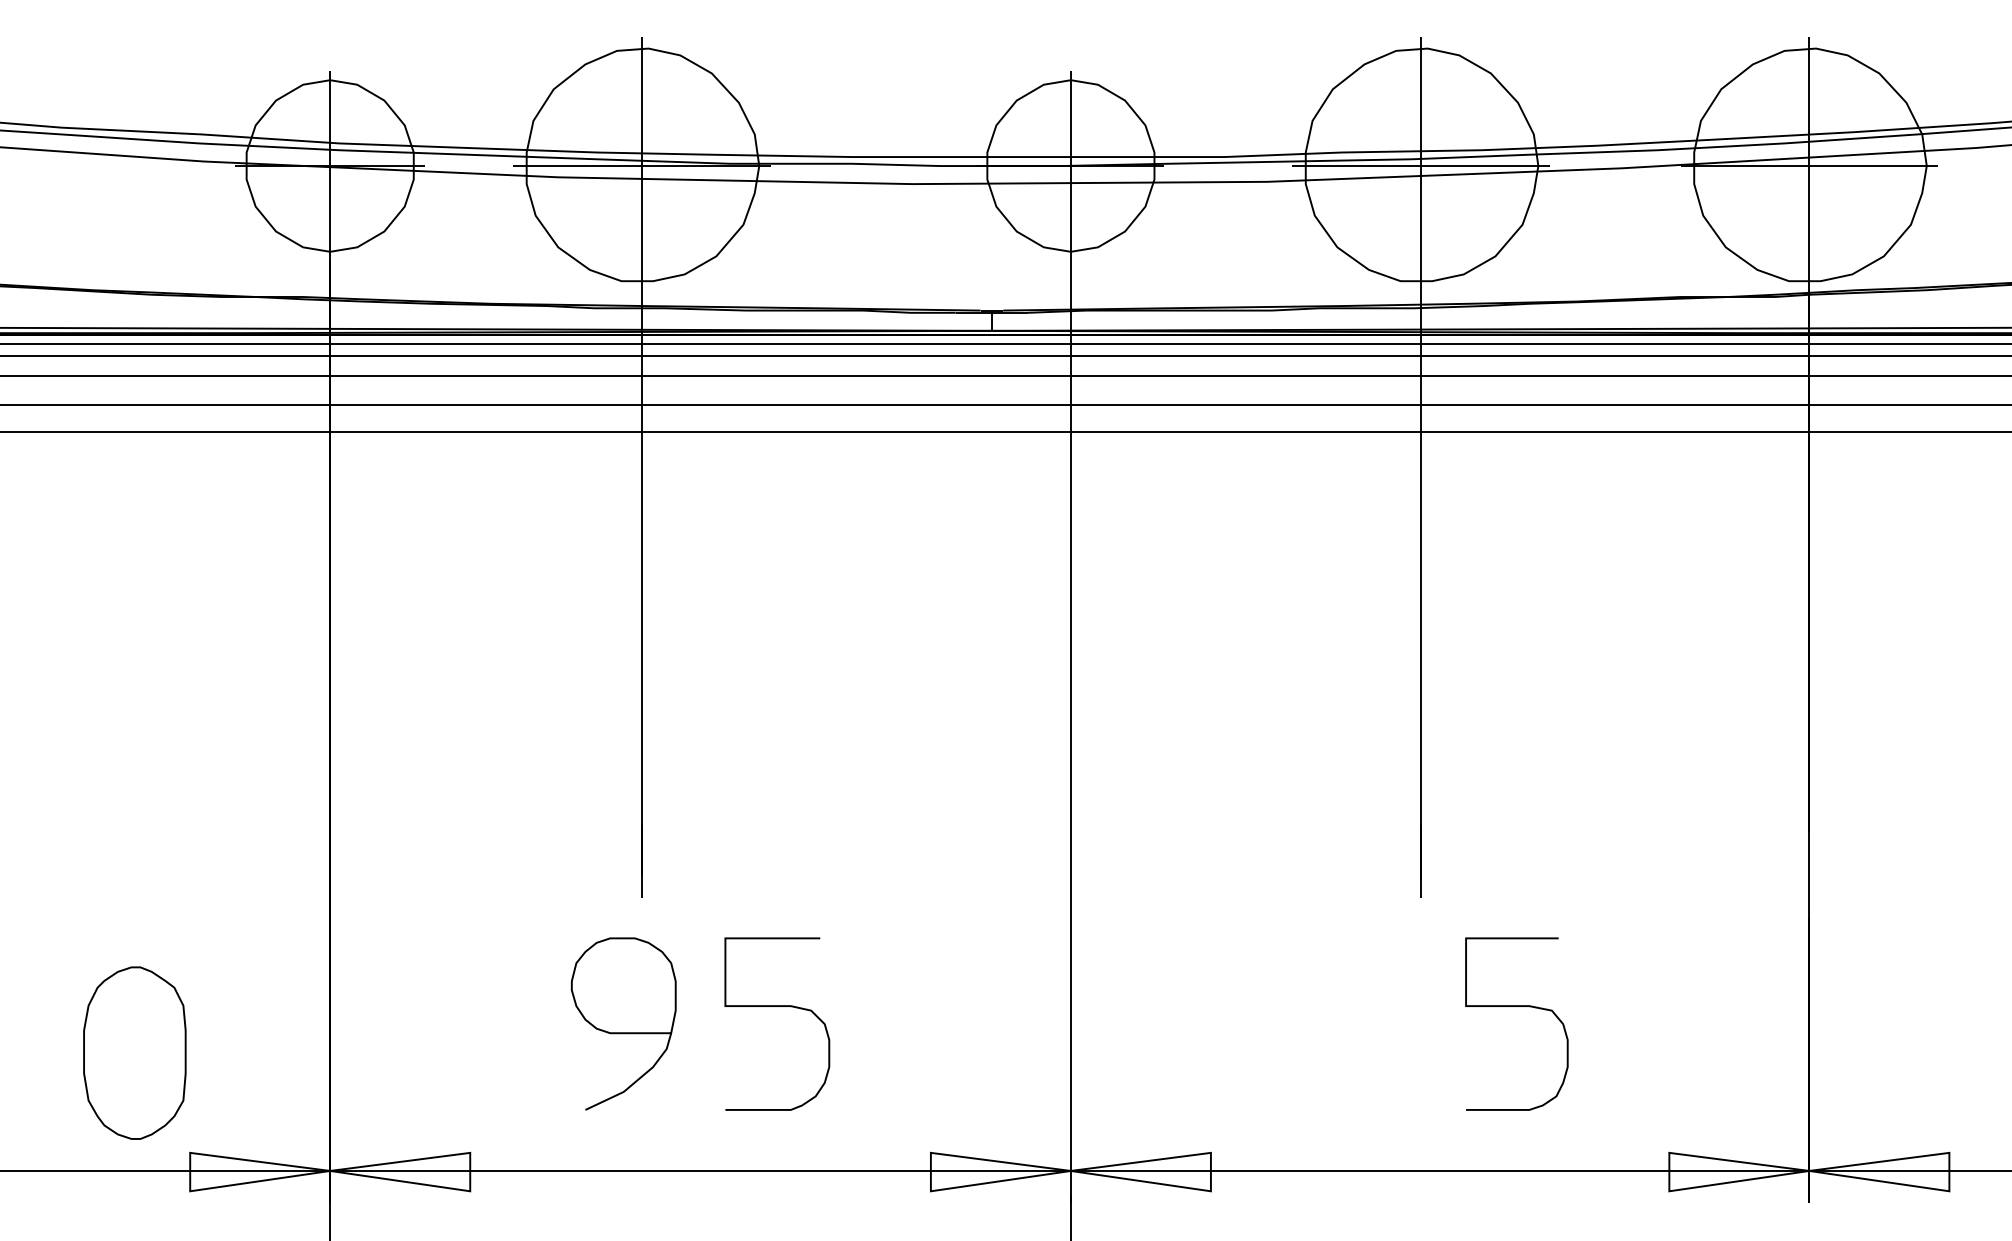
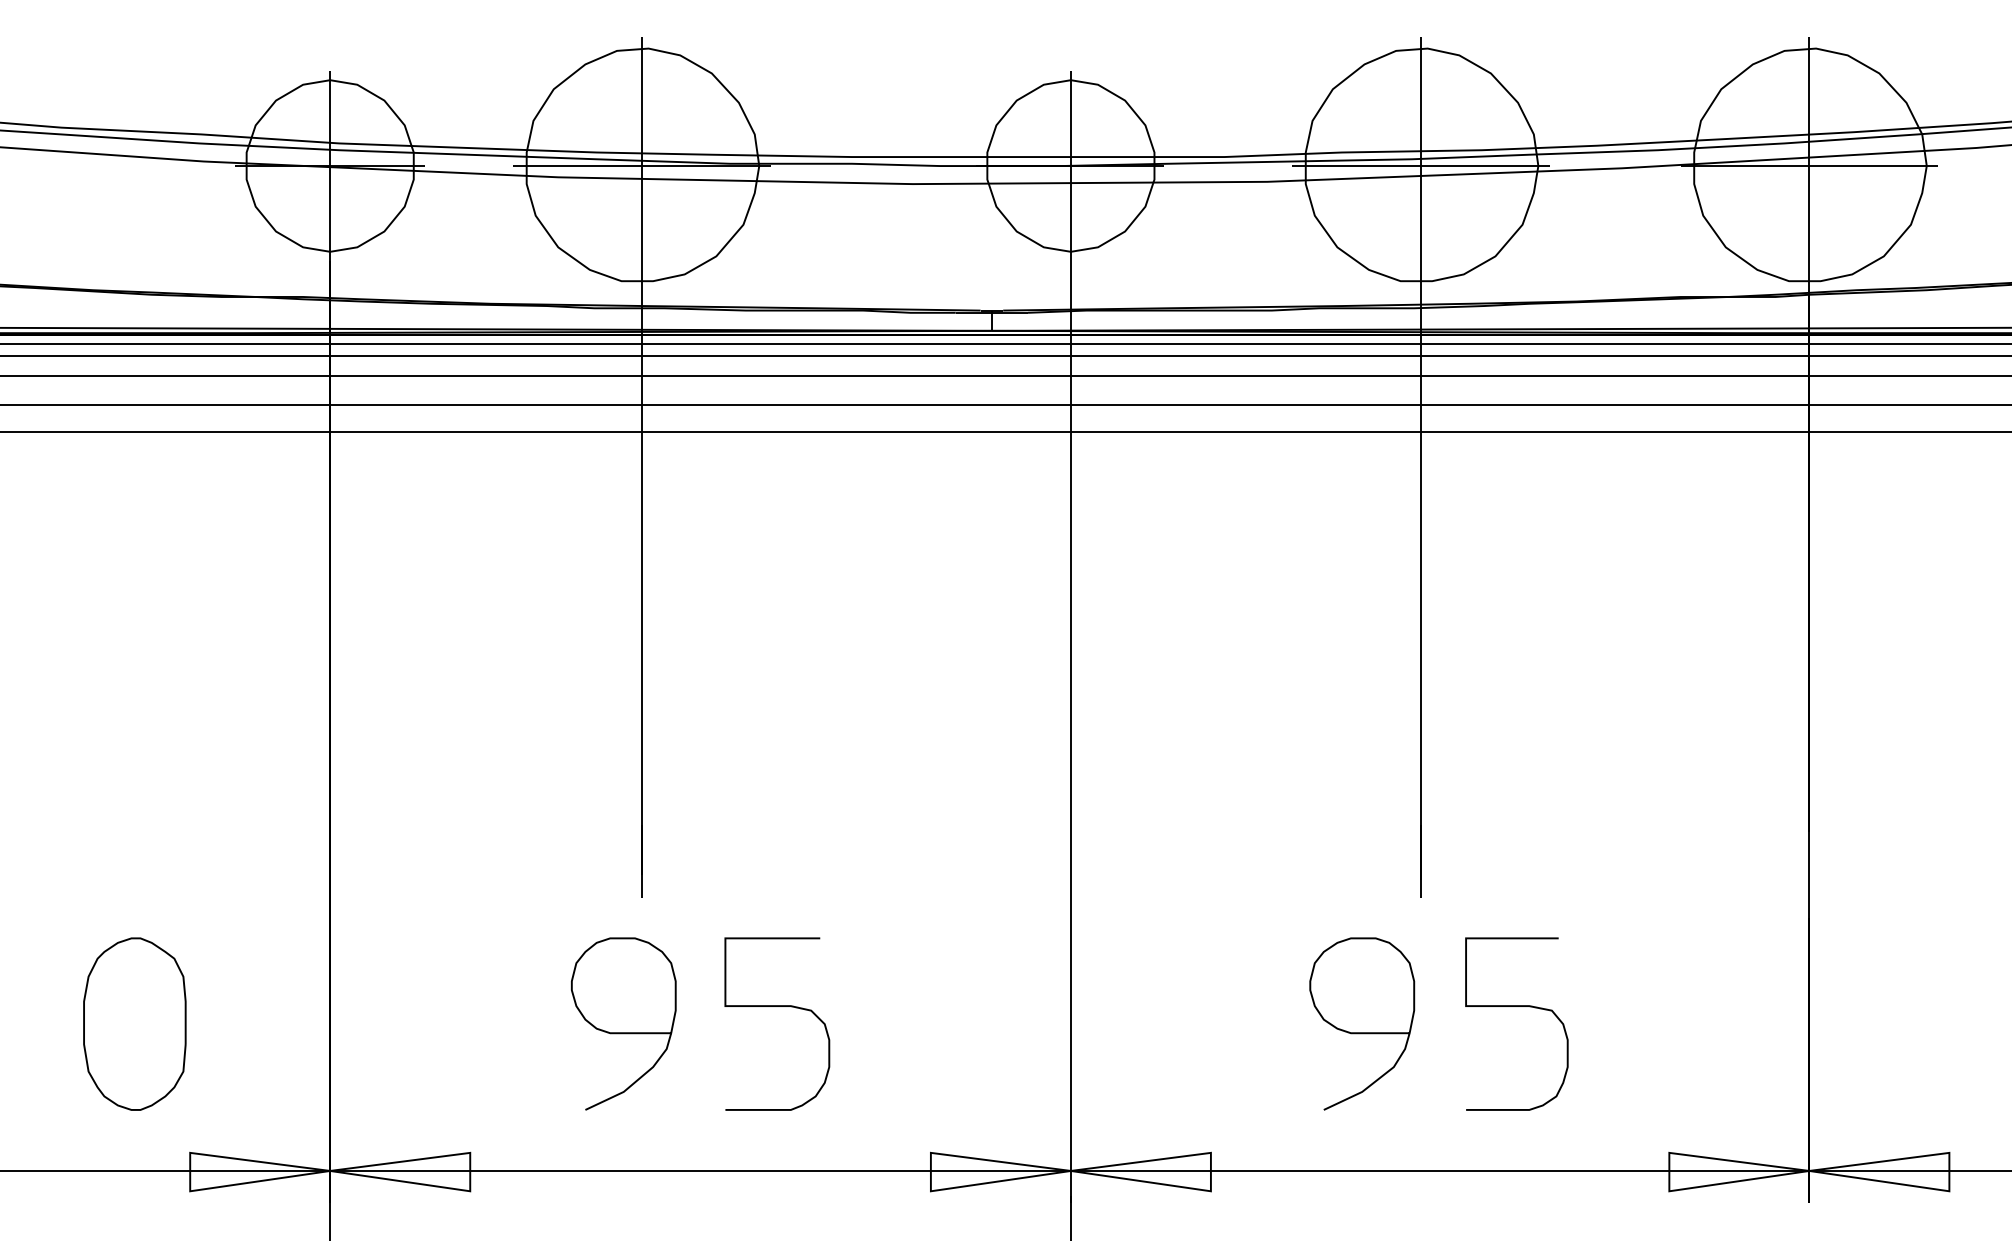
curve at (1362, 1032): none -> present
part at (134, 1052) position: (134, 1052) -> (134, 1023)
